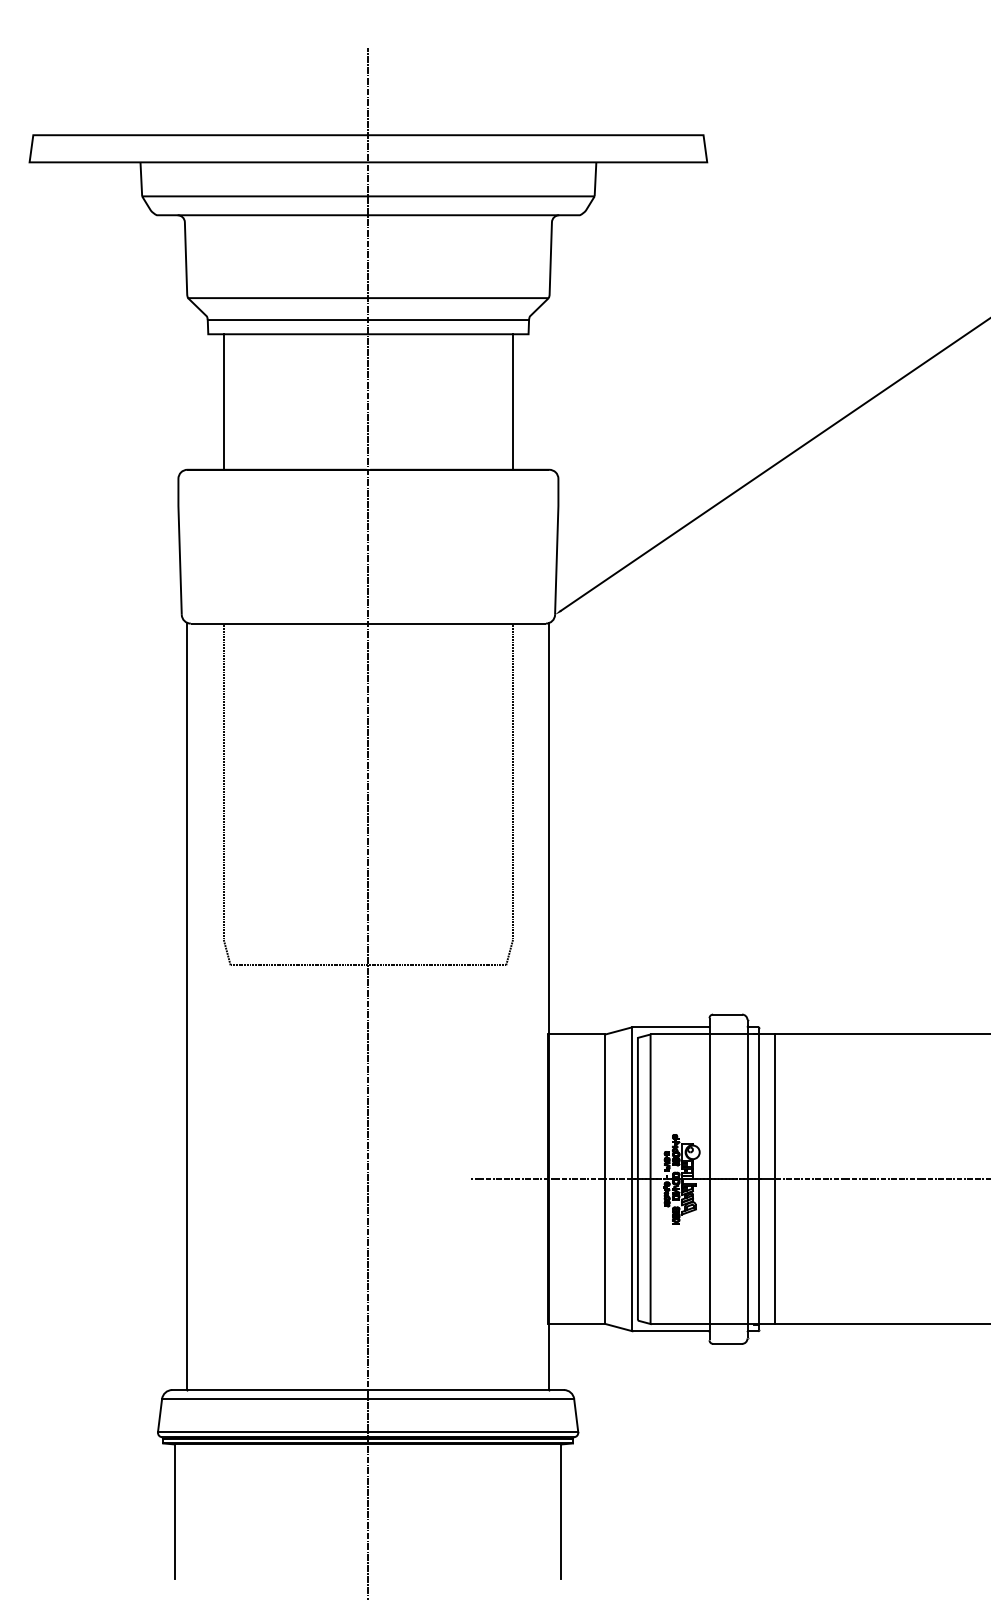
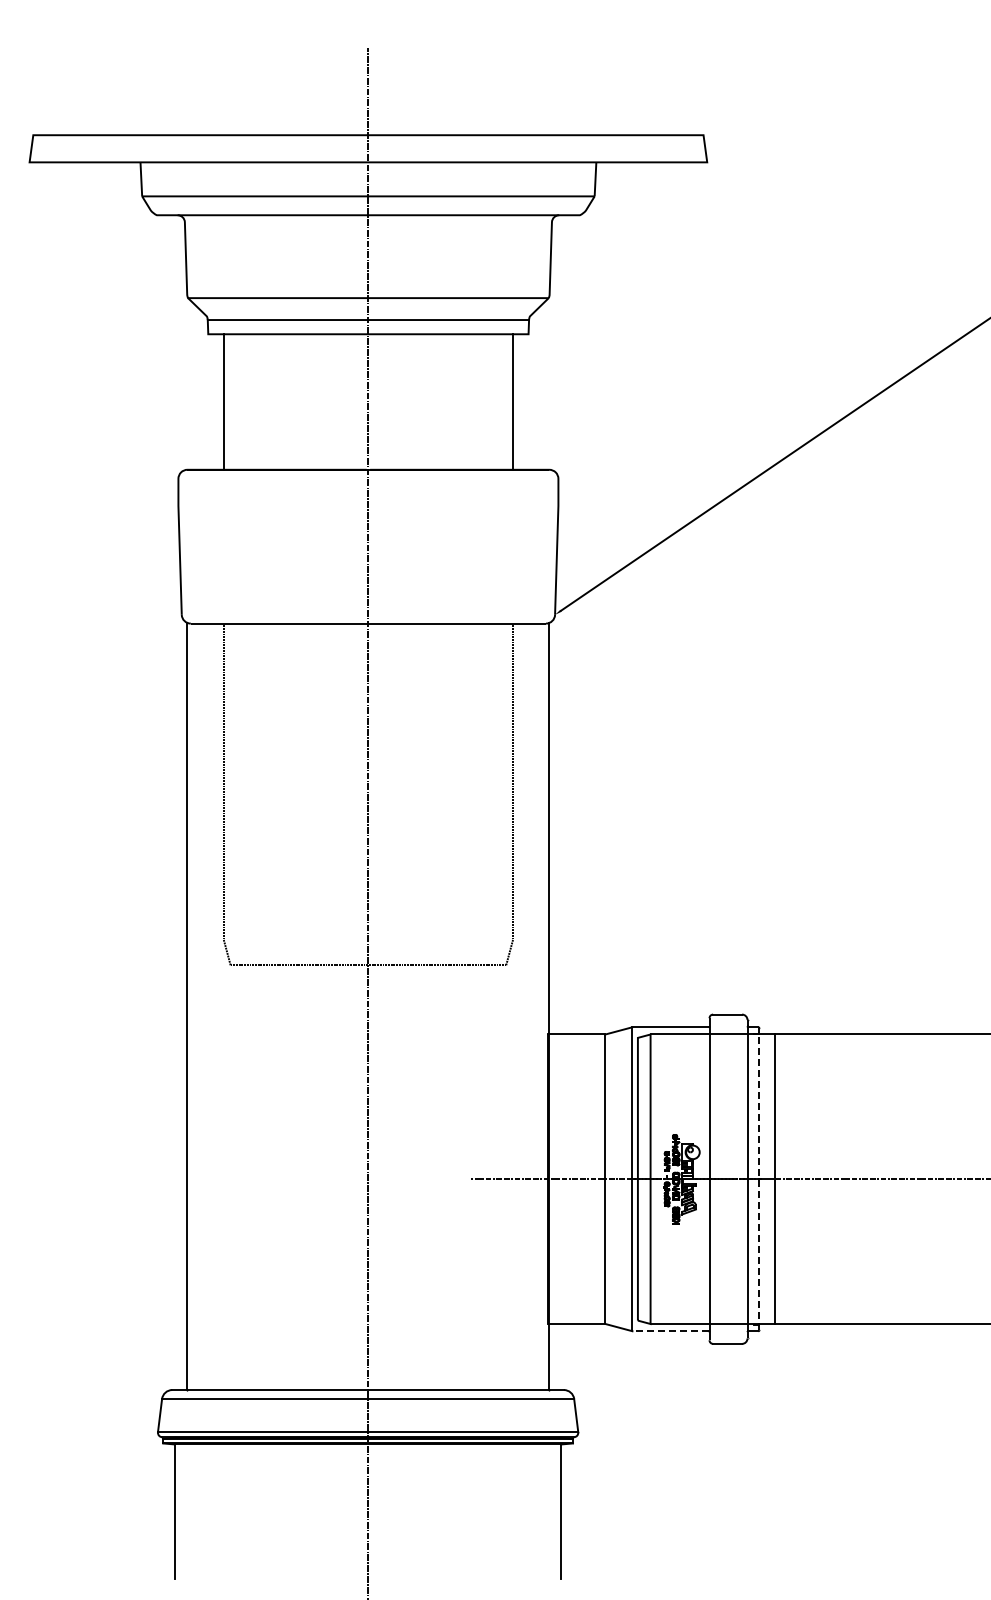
line at (759, 1179): solid -> dashed
line at (670, 1331): solid -> dashed
